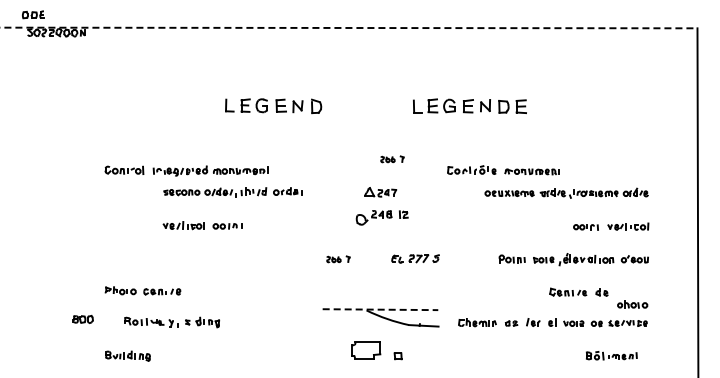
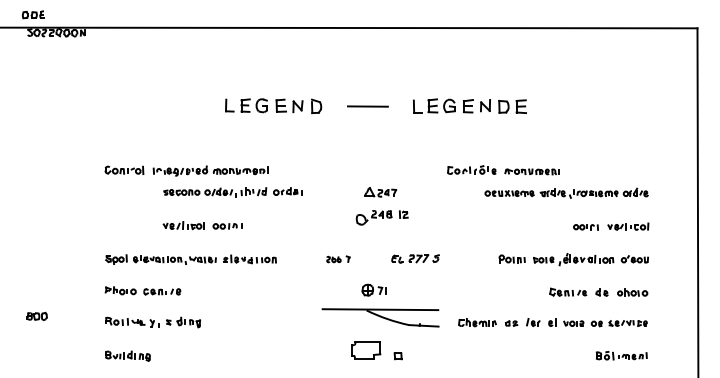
line at (349, 28): dashed -> solid
line at (367, 106): none -> present
part at (392, 159): present -> none
part at (190, 259): none -> present
part at (373, 289): none -> present
part at (632, 304) position: (632, 304) -> (632, 292)
line at (380, 309): dashed -> solid
part at (82, 318) position: (82, 318) -> (36, 315)
part at (172, 322) position: (172, 322) -> (153, 322)
part at (611, 355) position: (611, 355) -> (621, 355)
